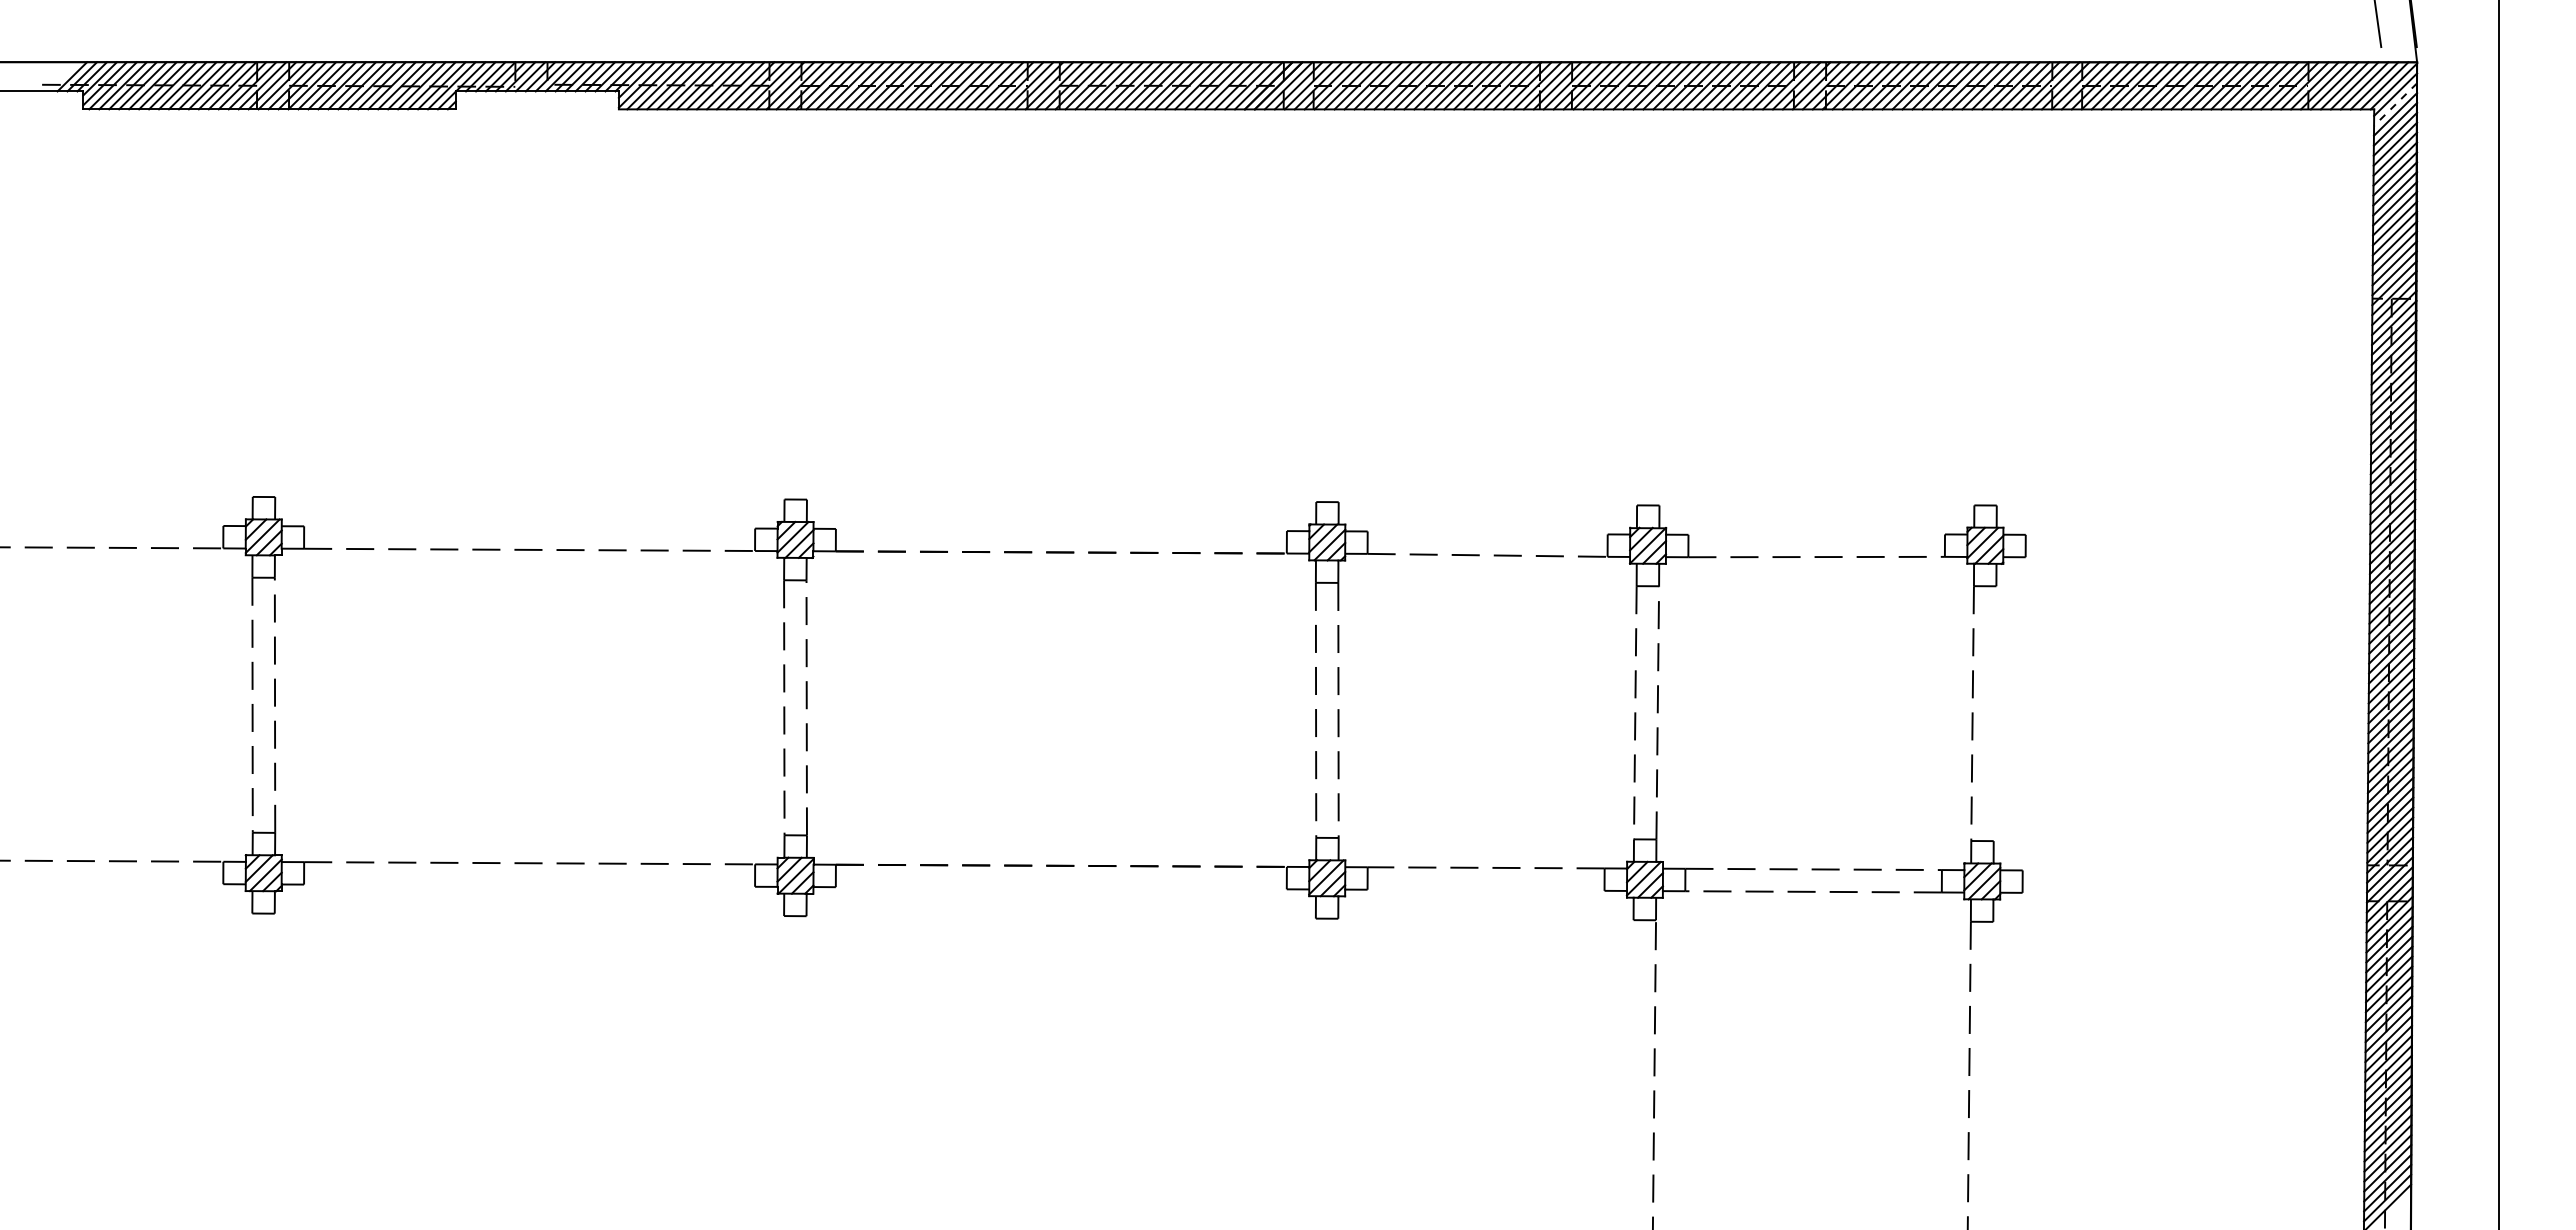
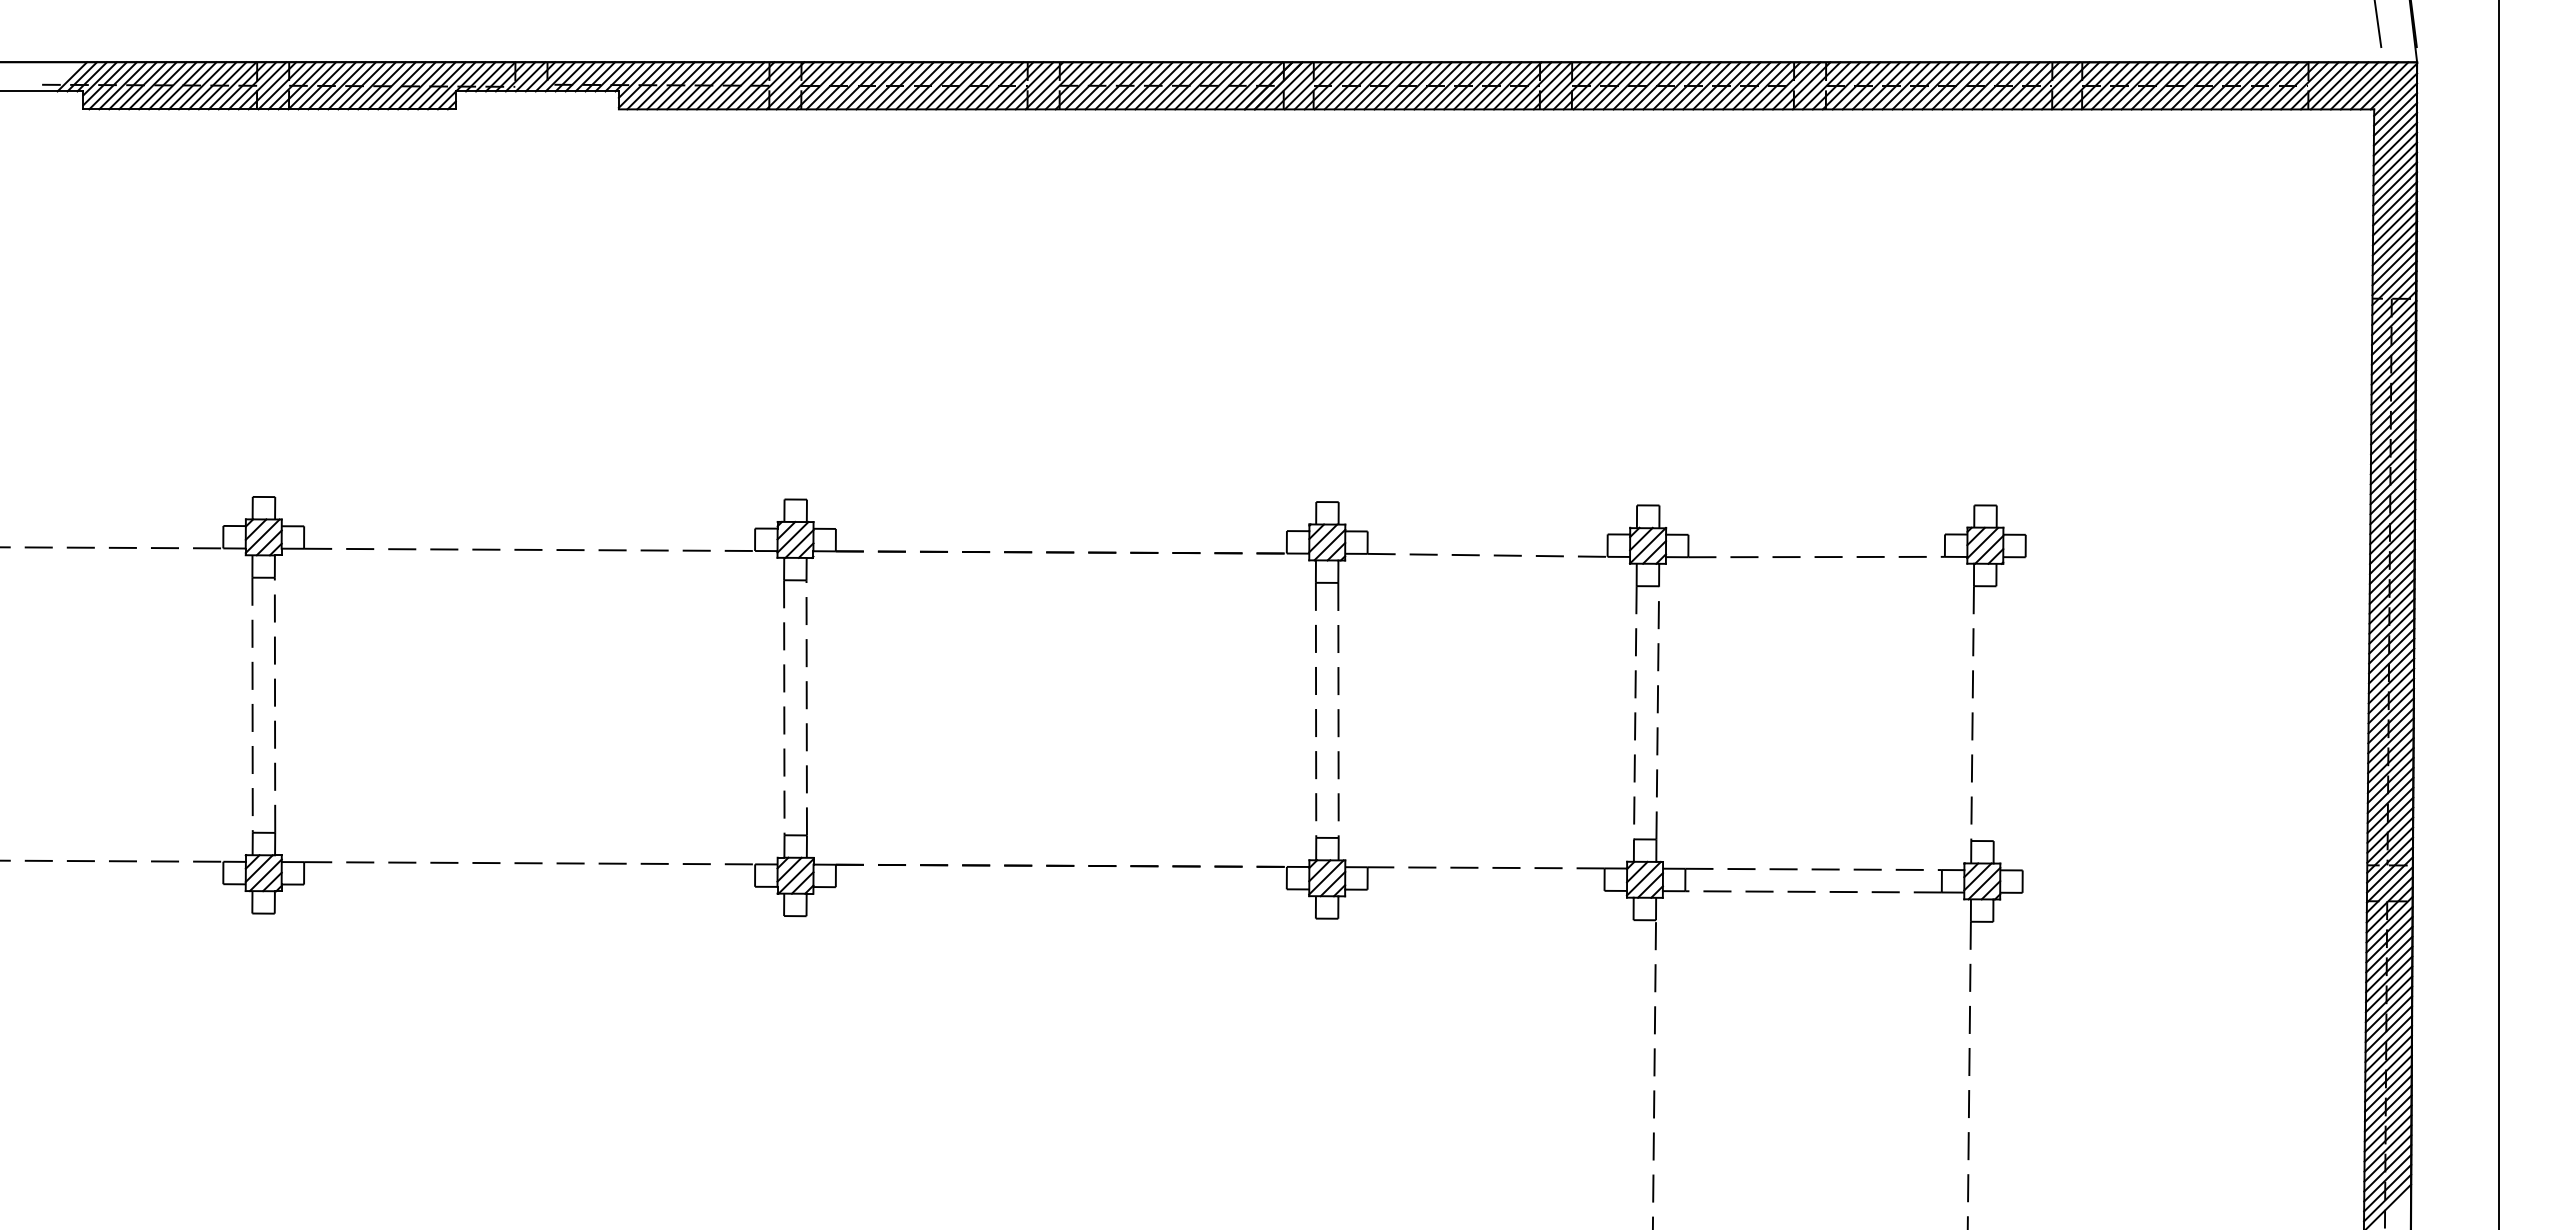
line at (2395, 104): dashed -> solid
